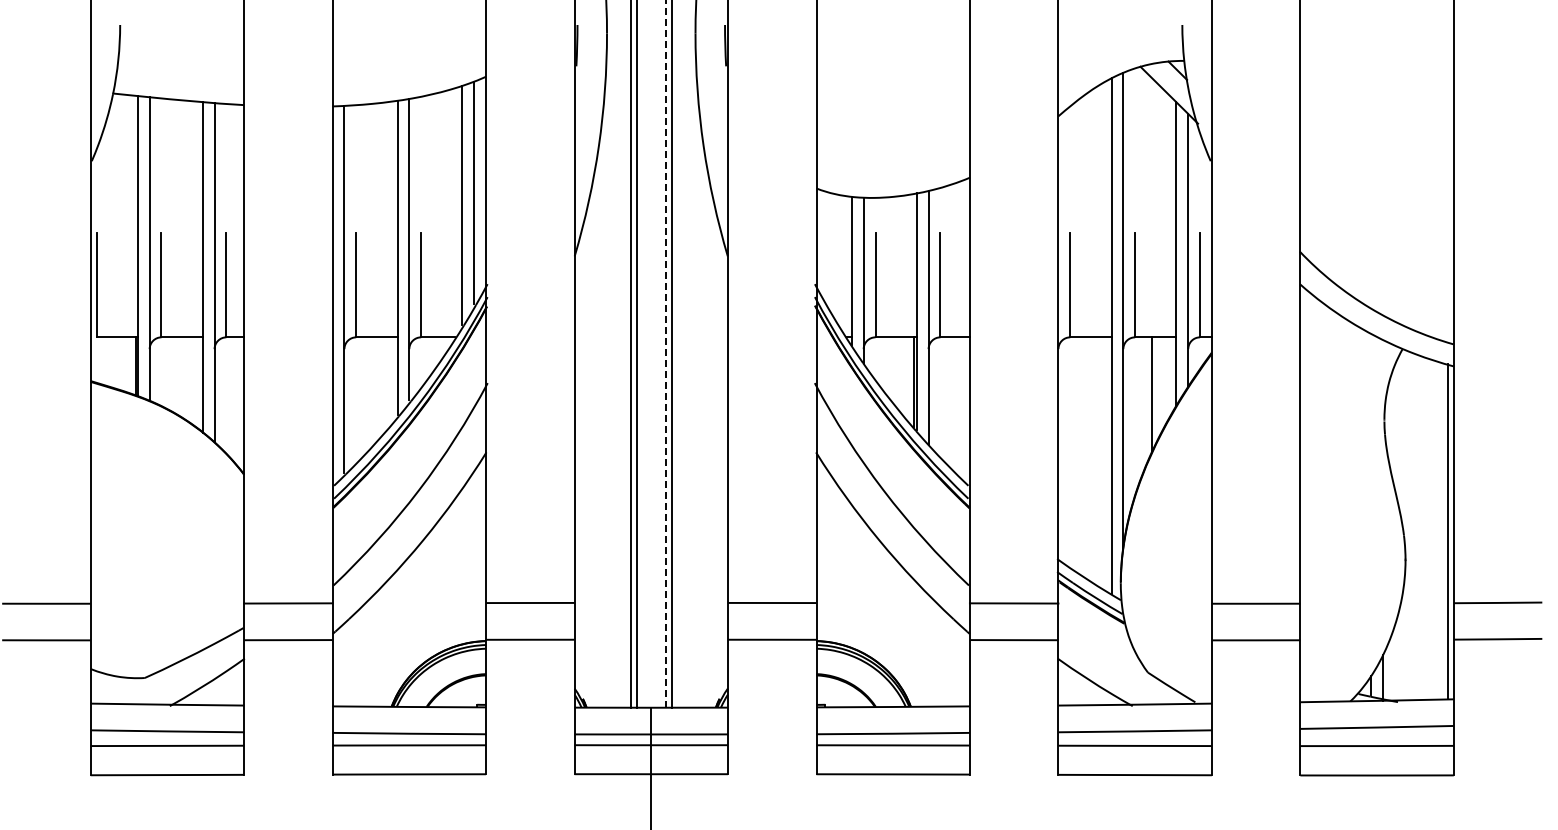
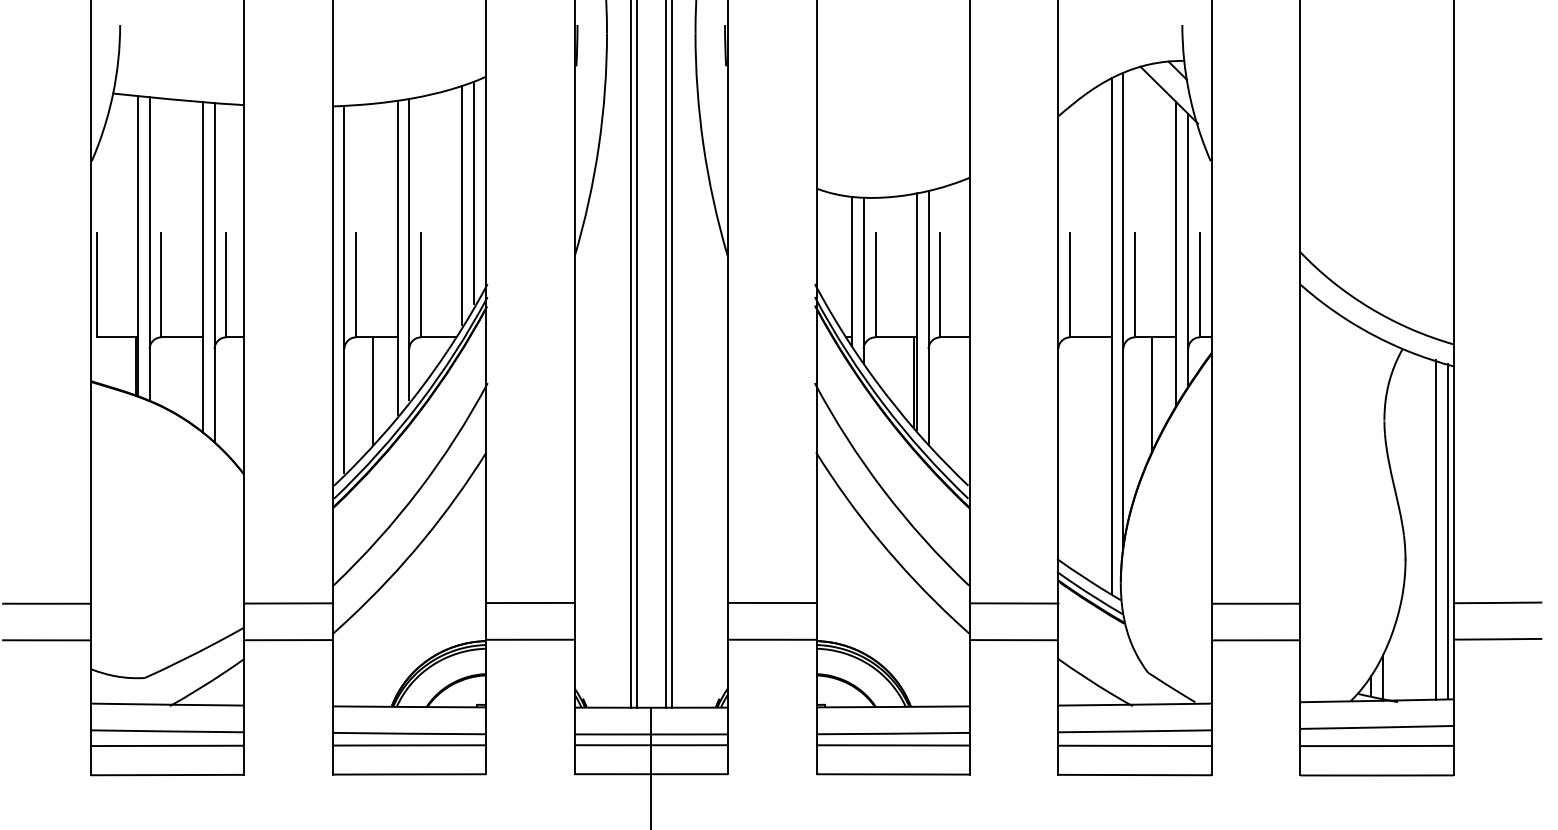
line at (666, 353): dashed -> solid
line at (373, 391): none -> present
line at (1436, 529): none -> present
